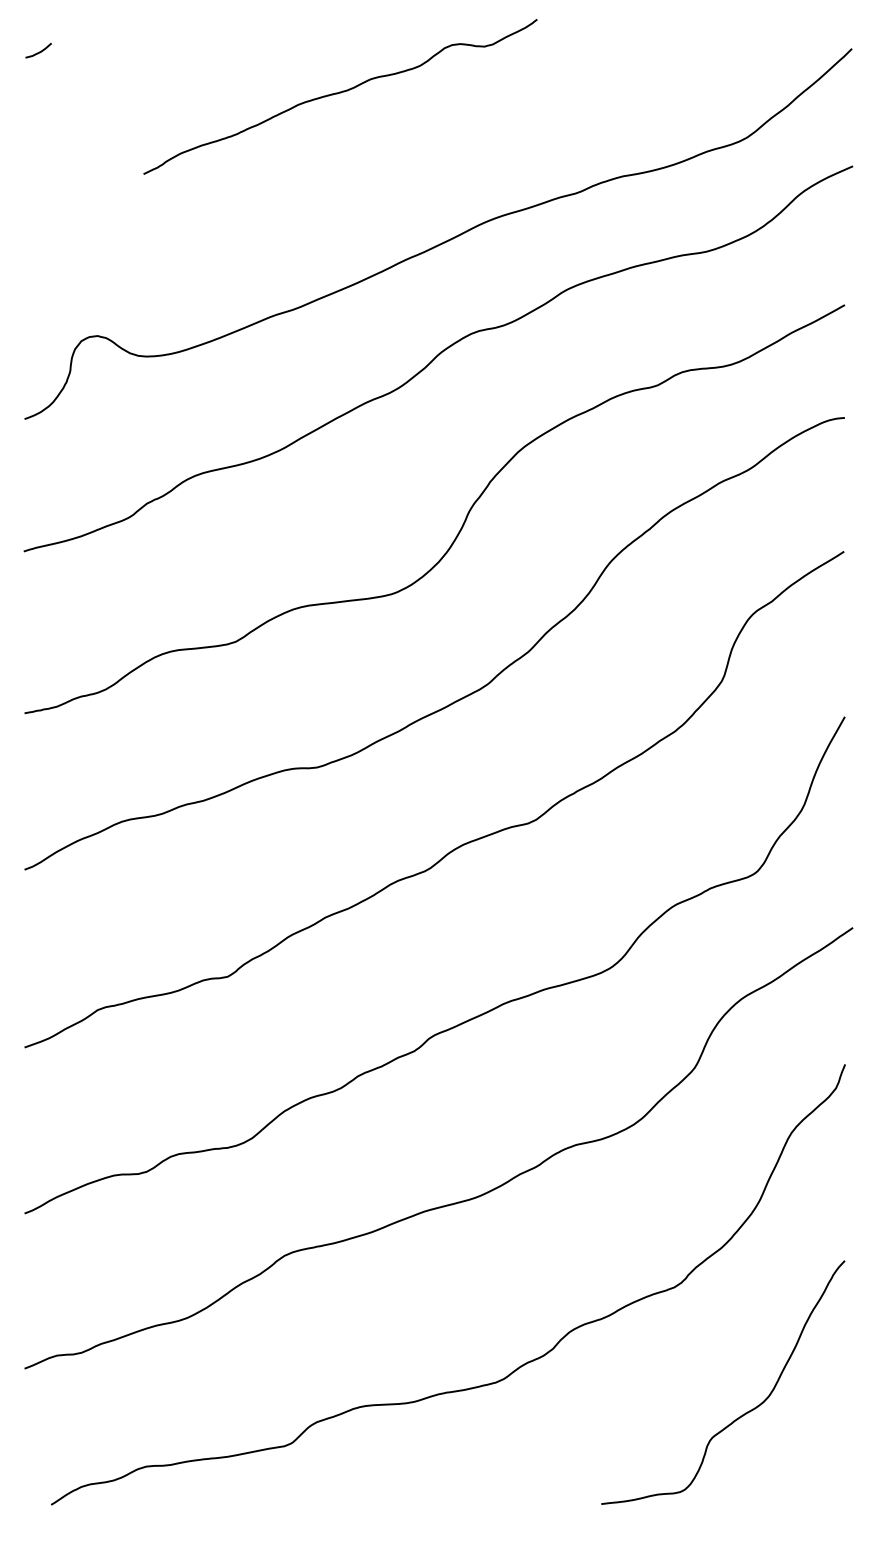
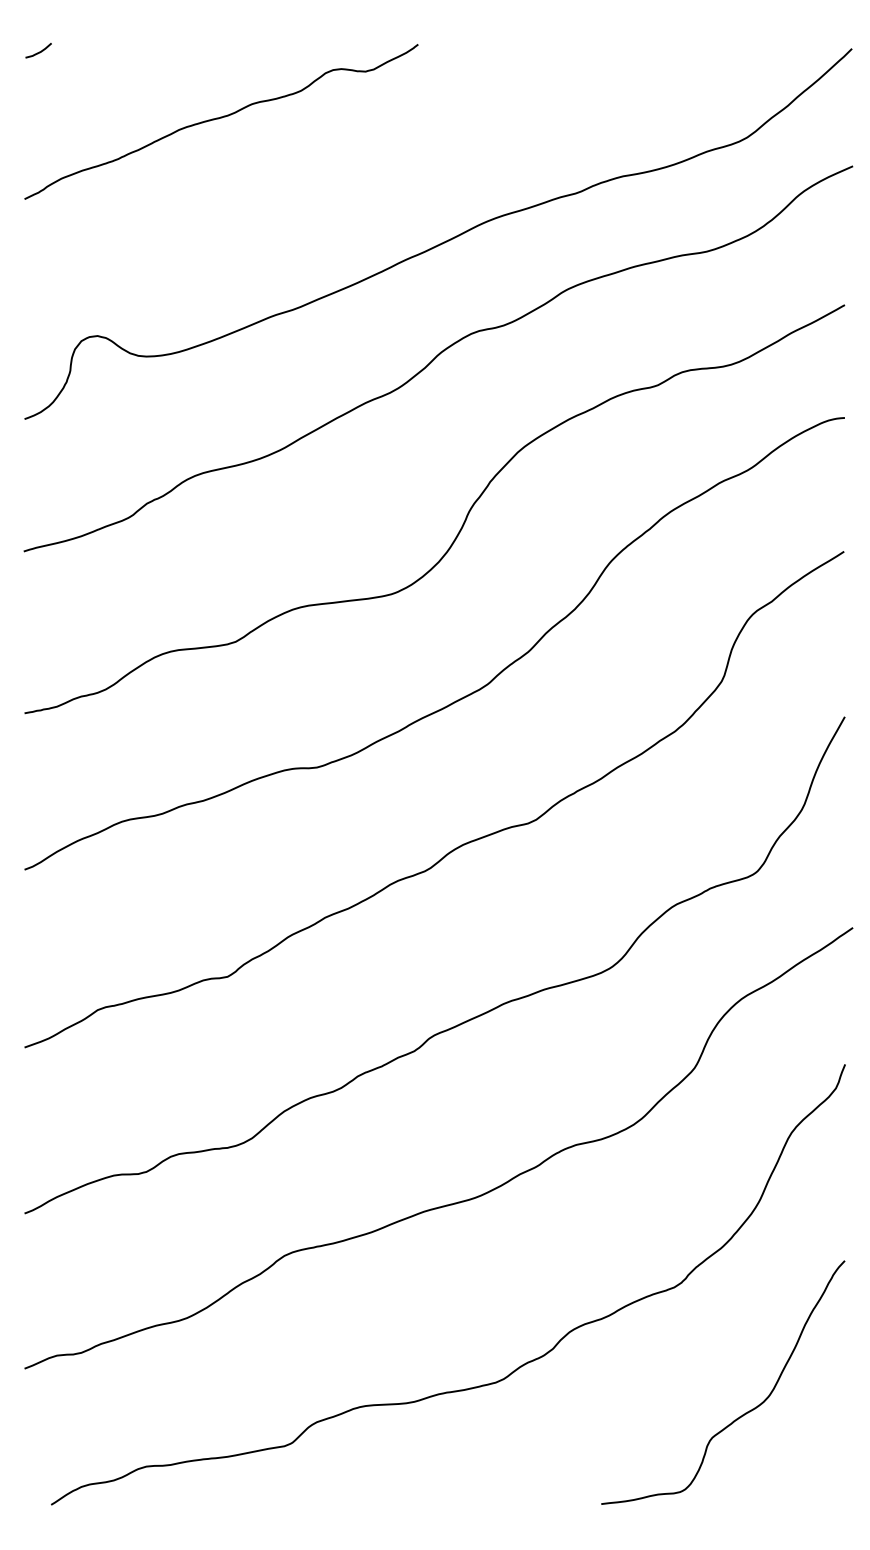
curve at (340, 93) position: (340, 93) -> (221, 118)
